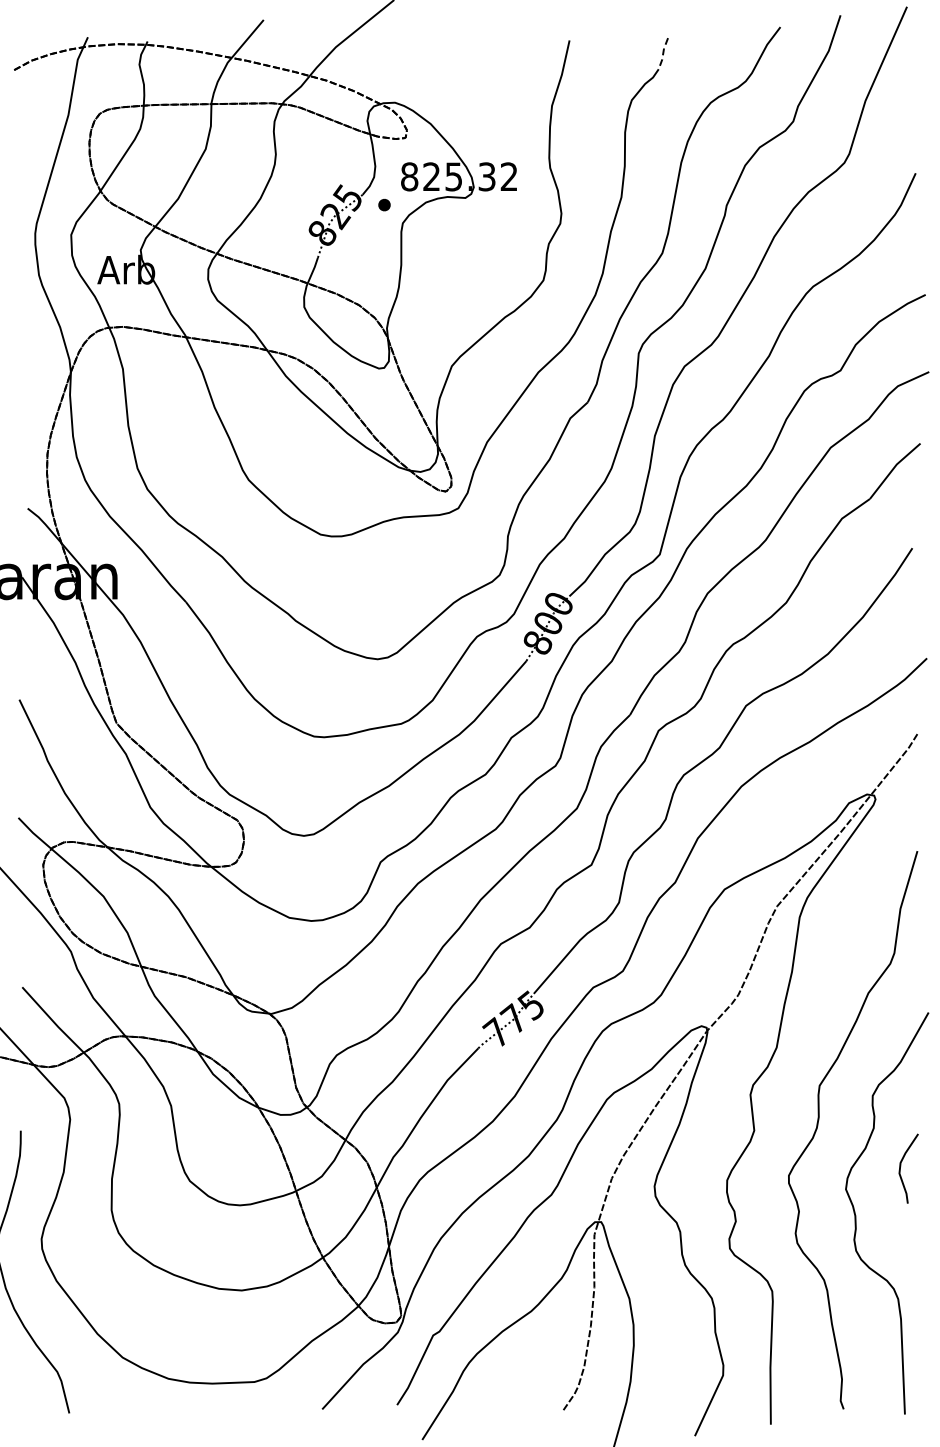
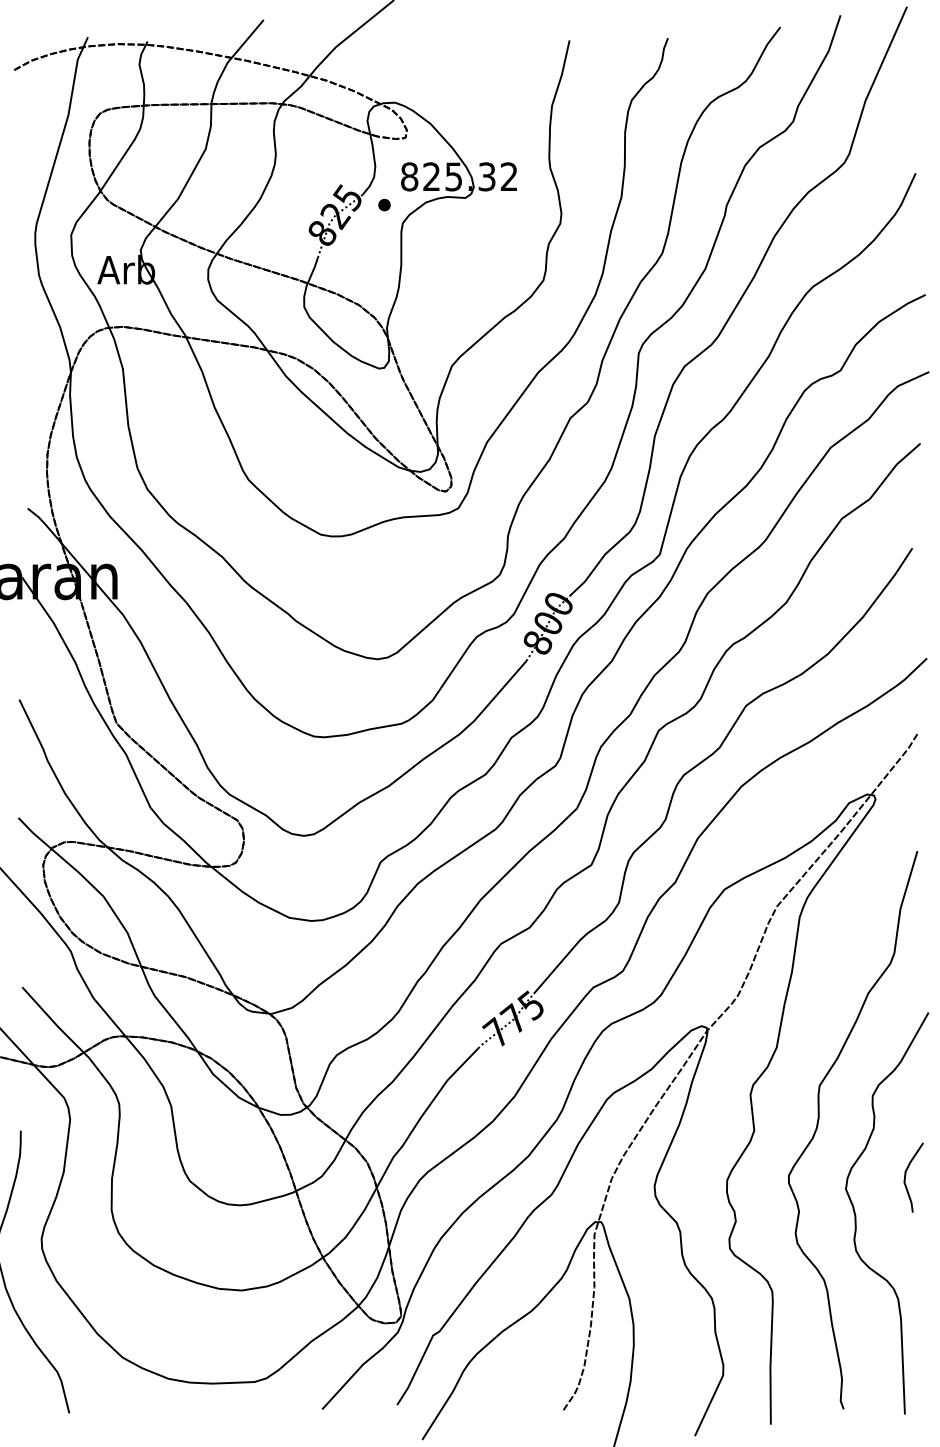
line at (663, 53): dashed -> solid
curve at (901, 1166) position: (901, 1166) -> (906, 1175)
